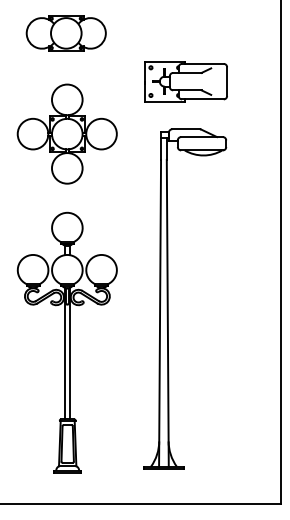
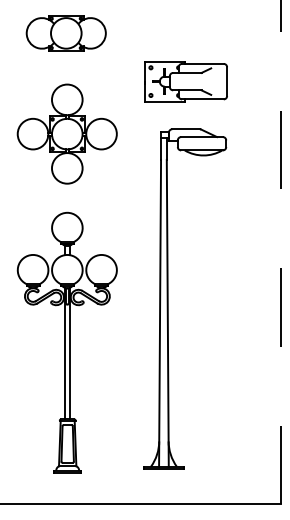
line at (281, 252): solid -> dashed
